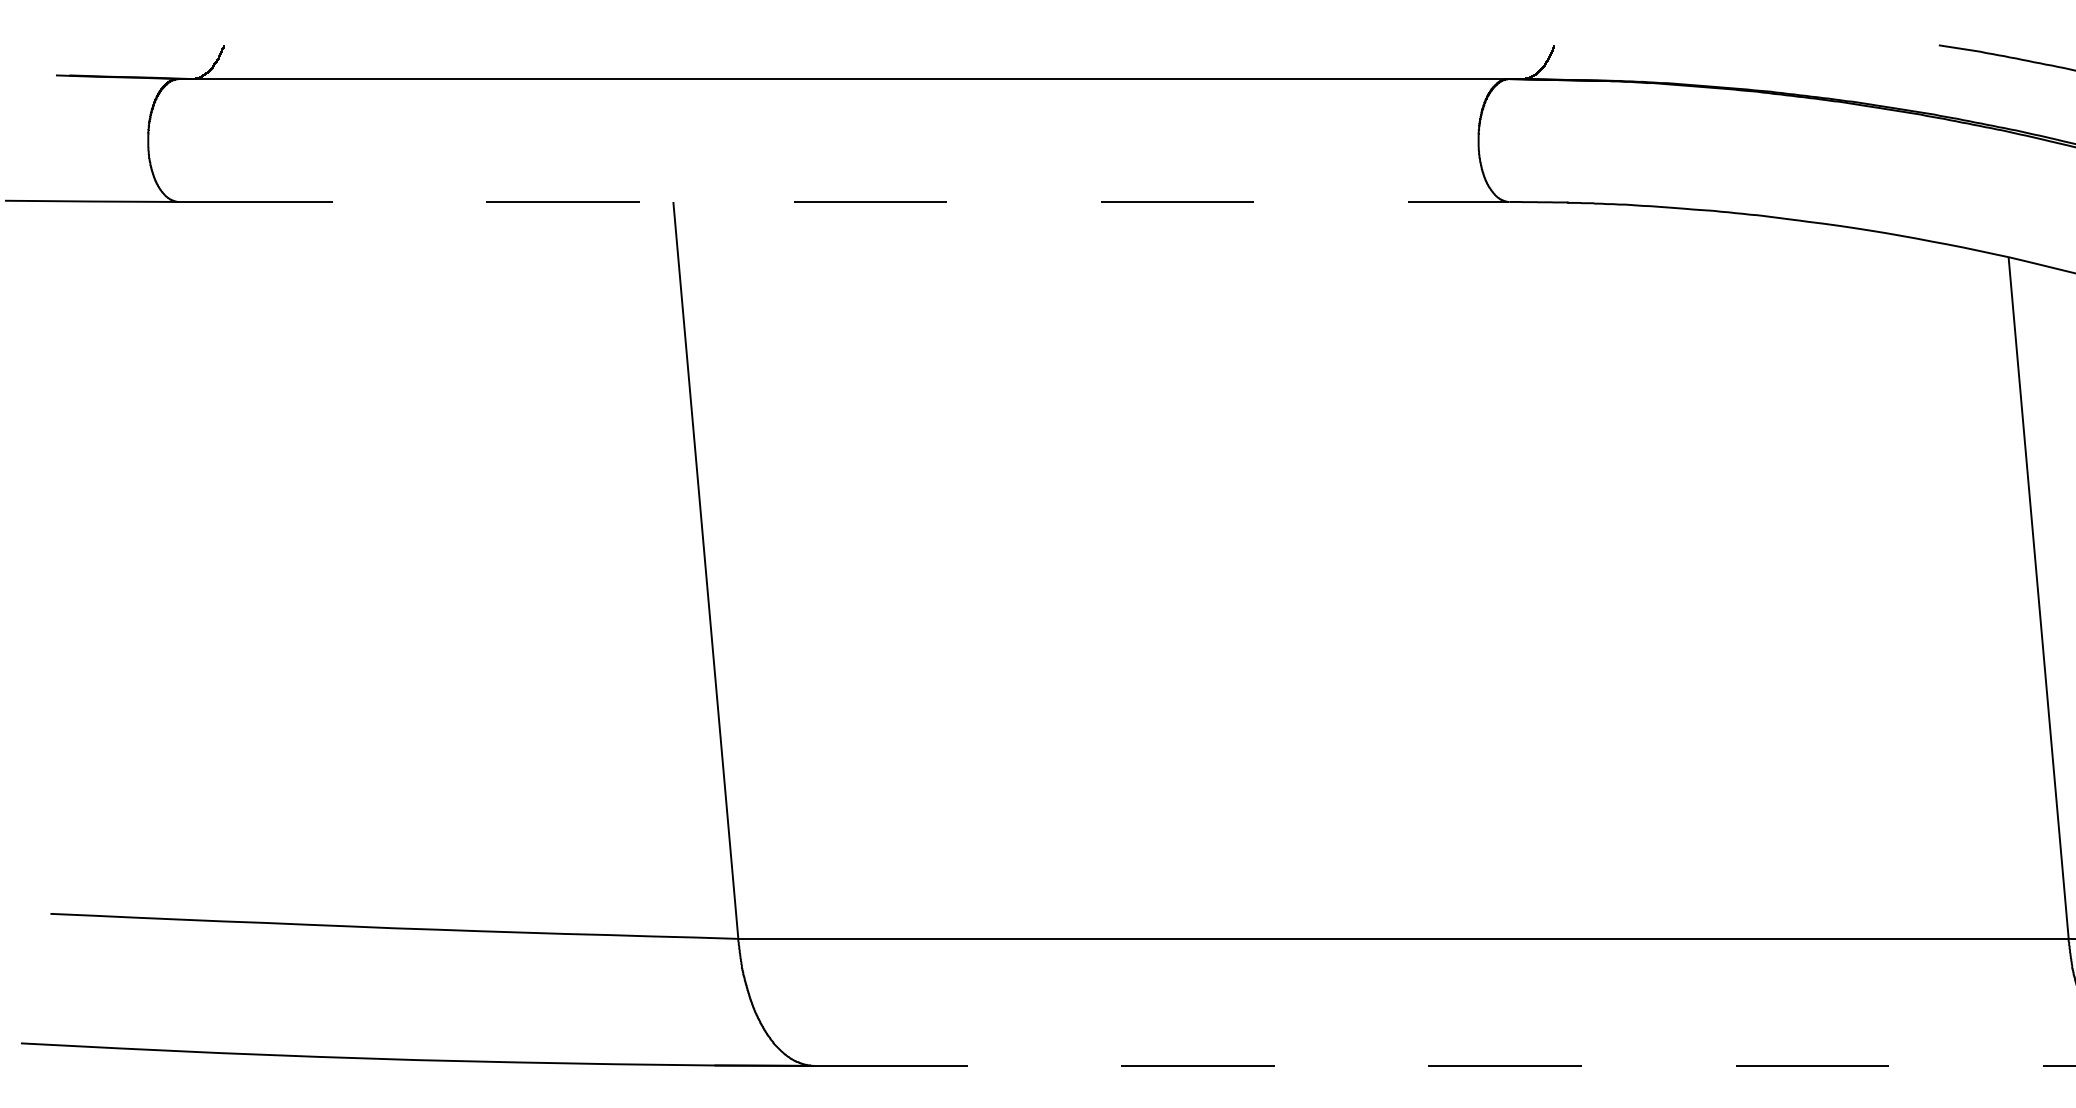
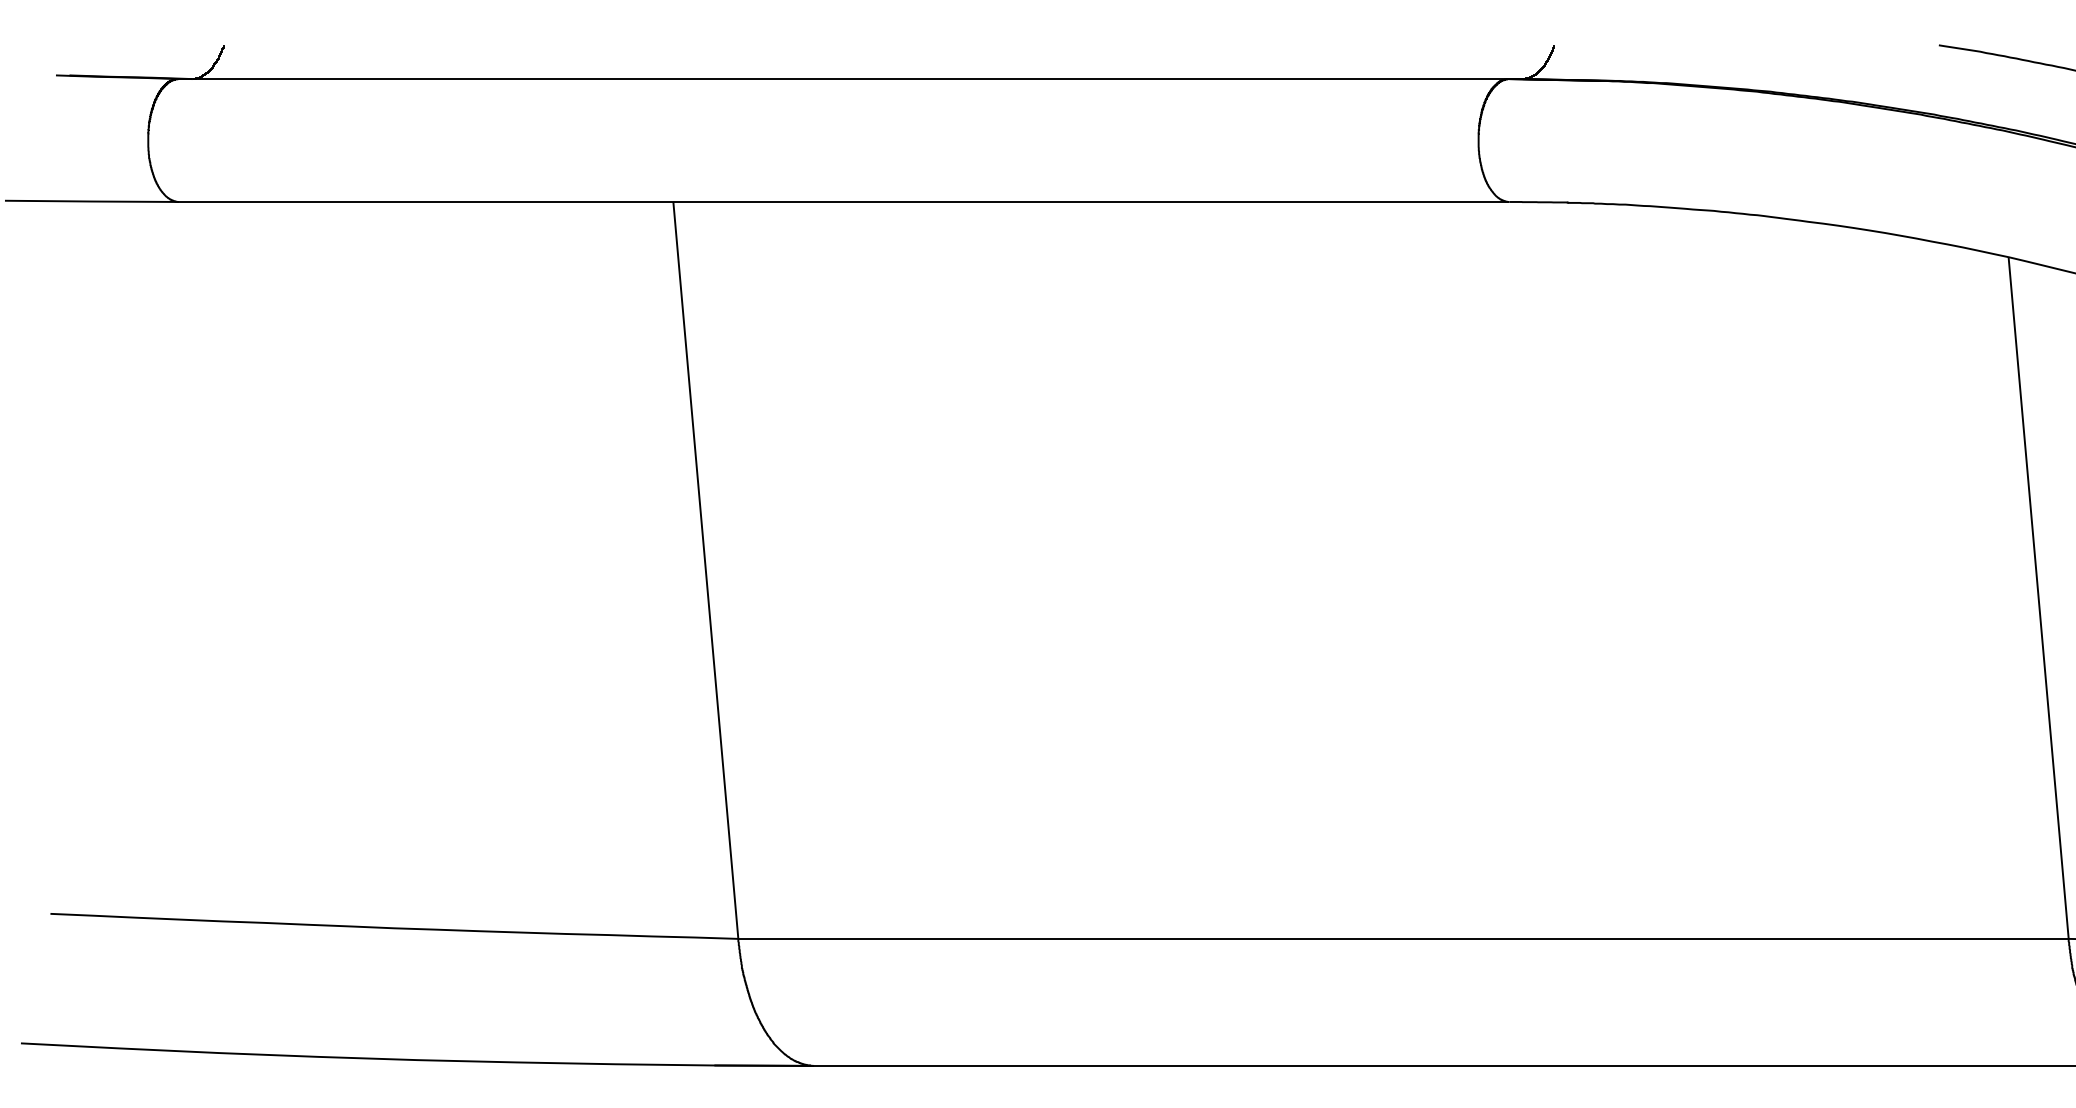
line at (844, 201): dashed -> solid
line at (1444, 1065): dashed -> solid
